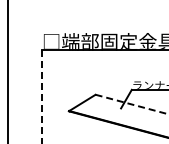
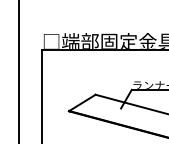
line at (7, 71) position: (7, 71) -> (18, 71)
line at (42, 96): dashed -> solid
line at (132, 104): dashed -> solid
